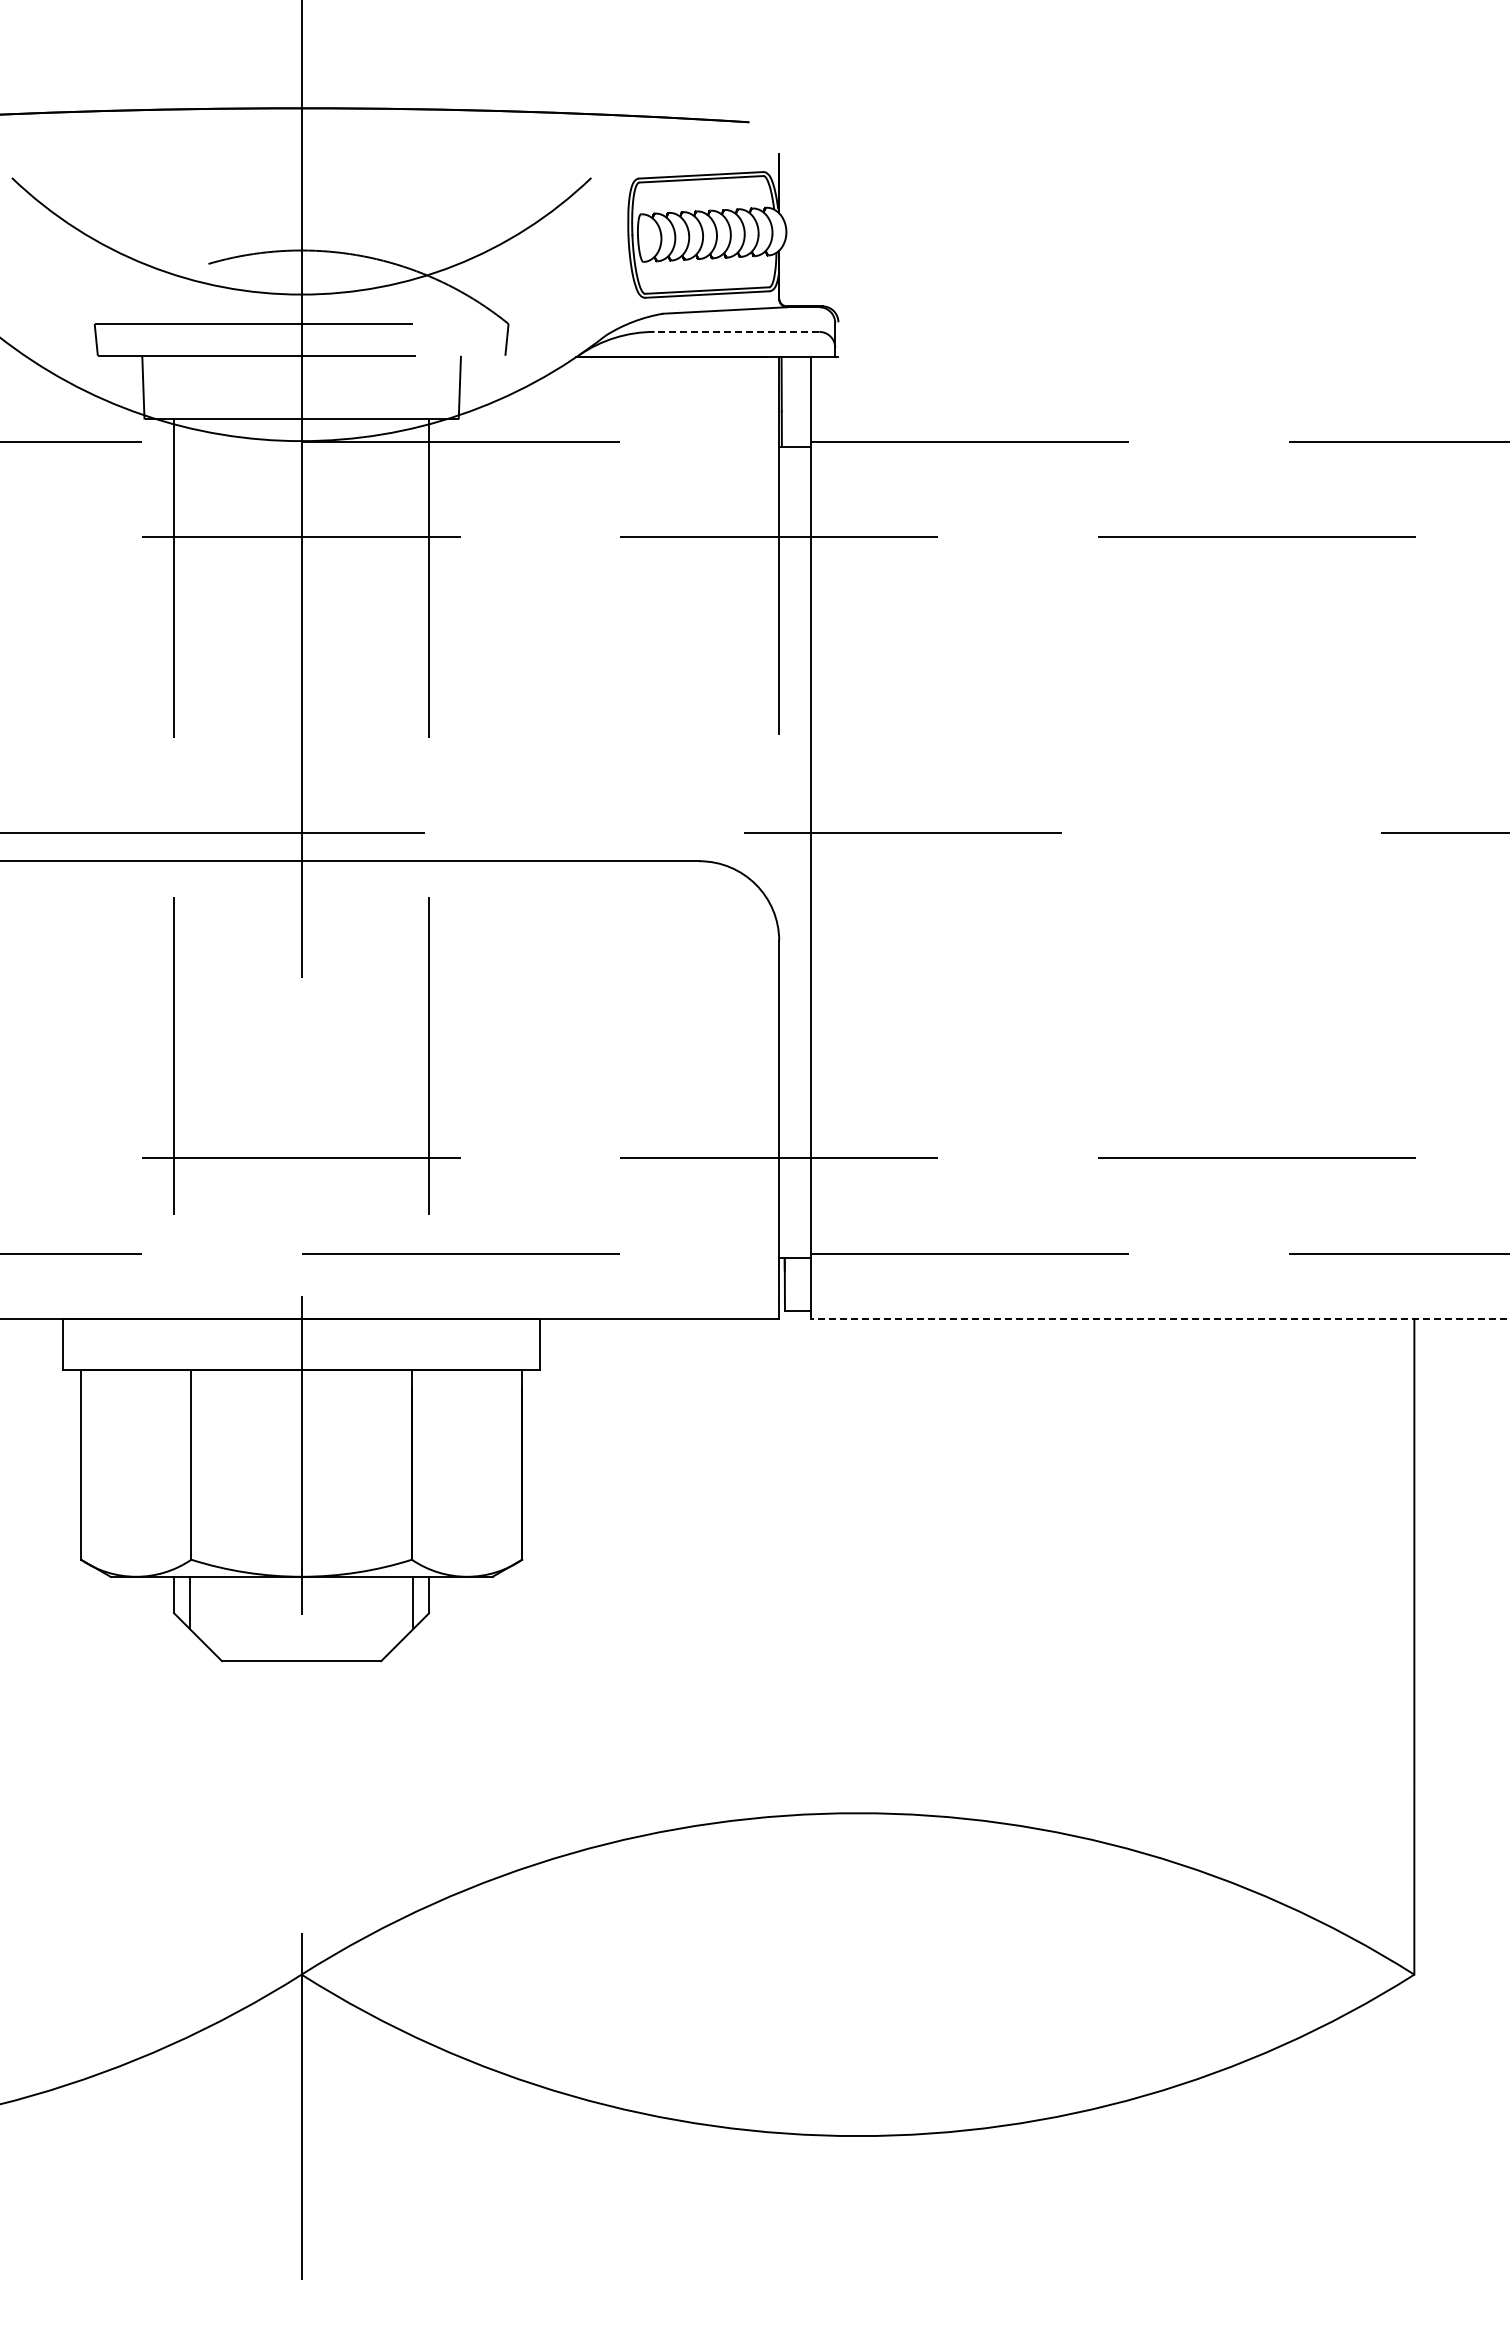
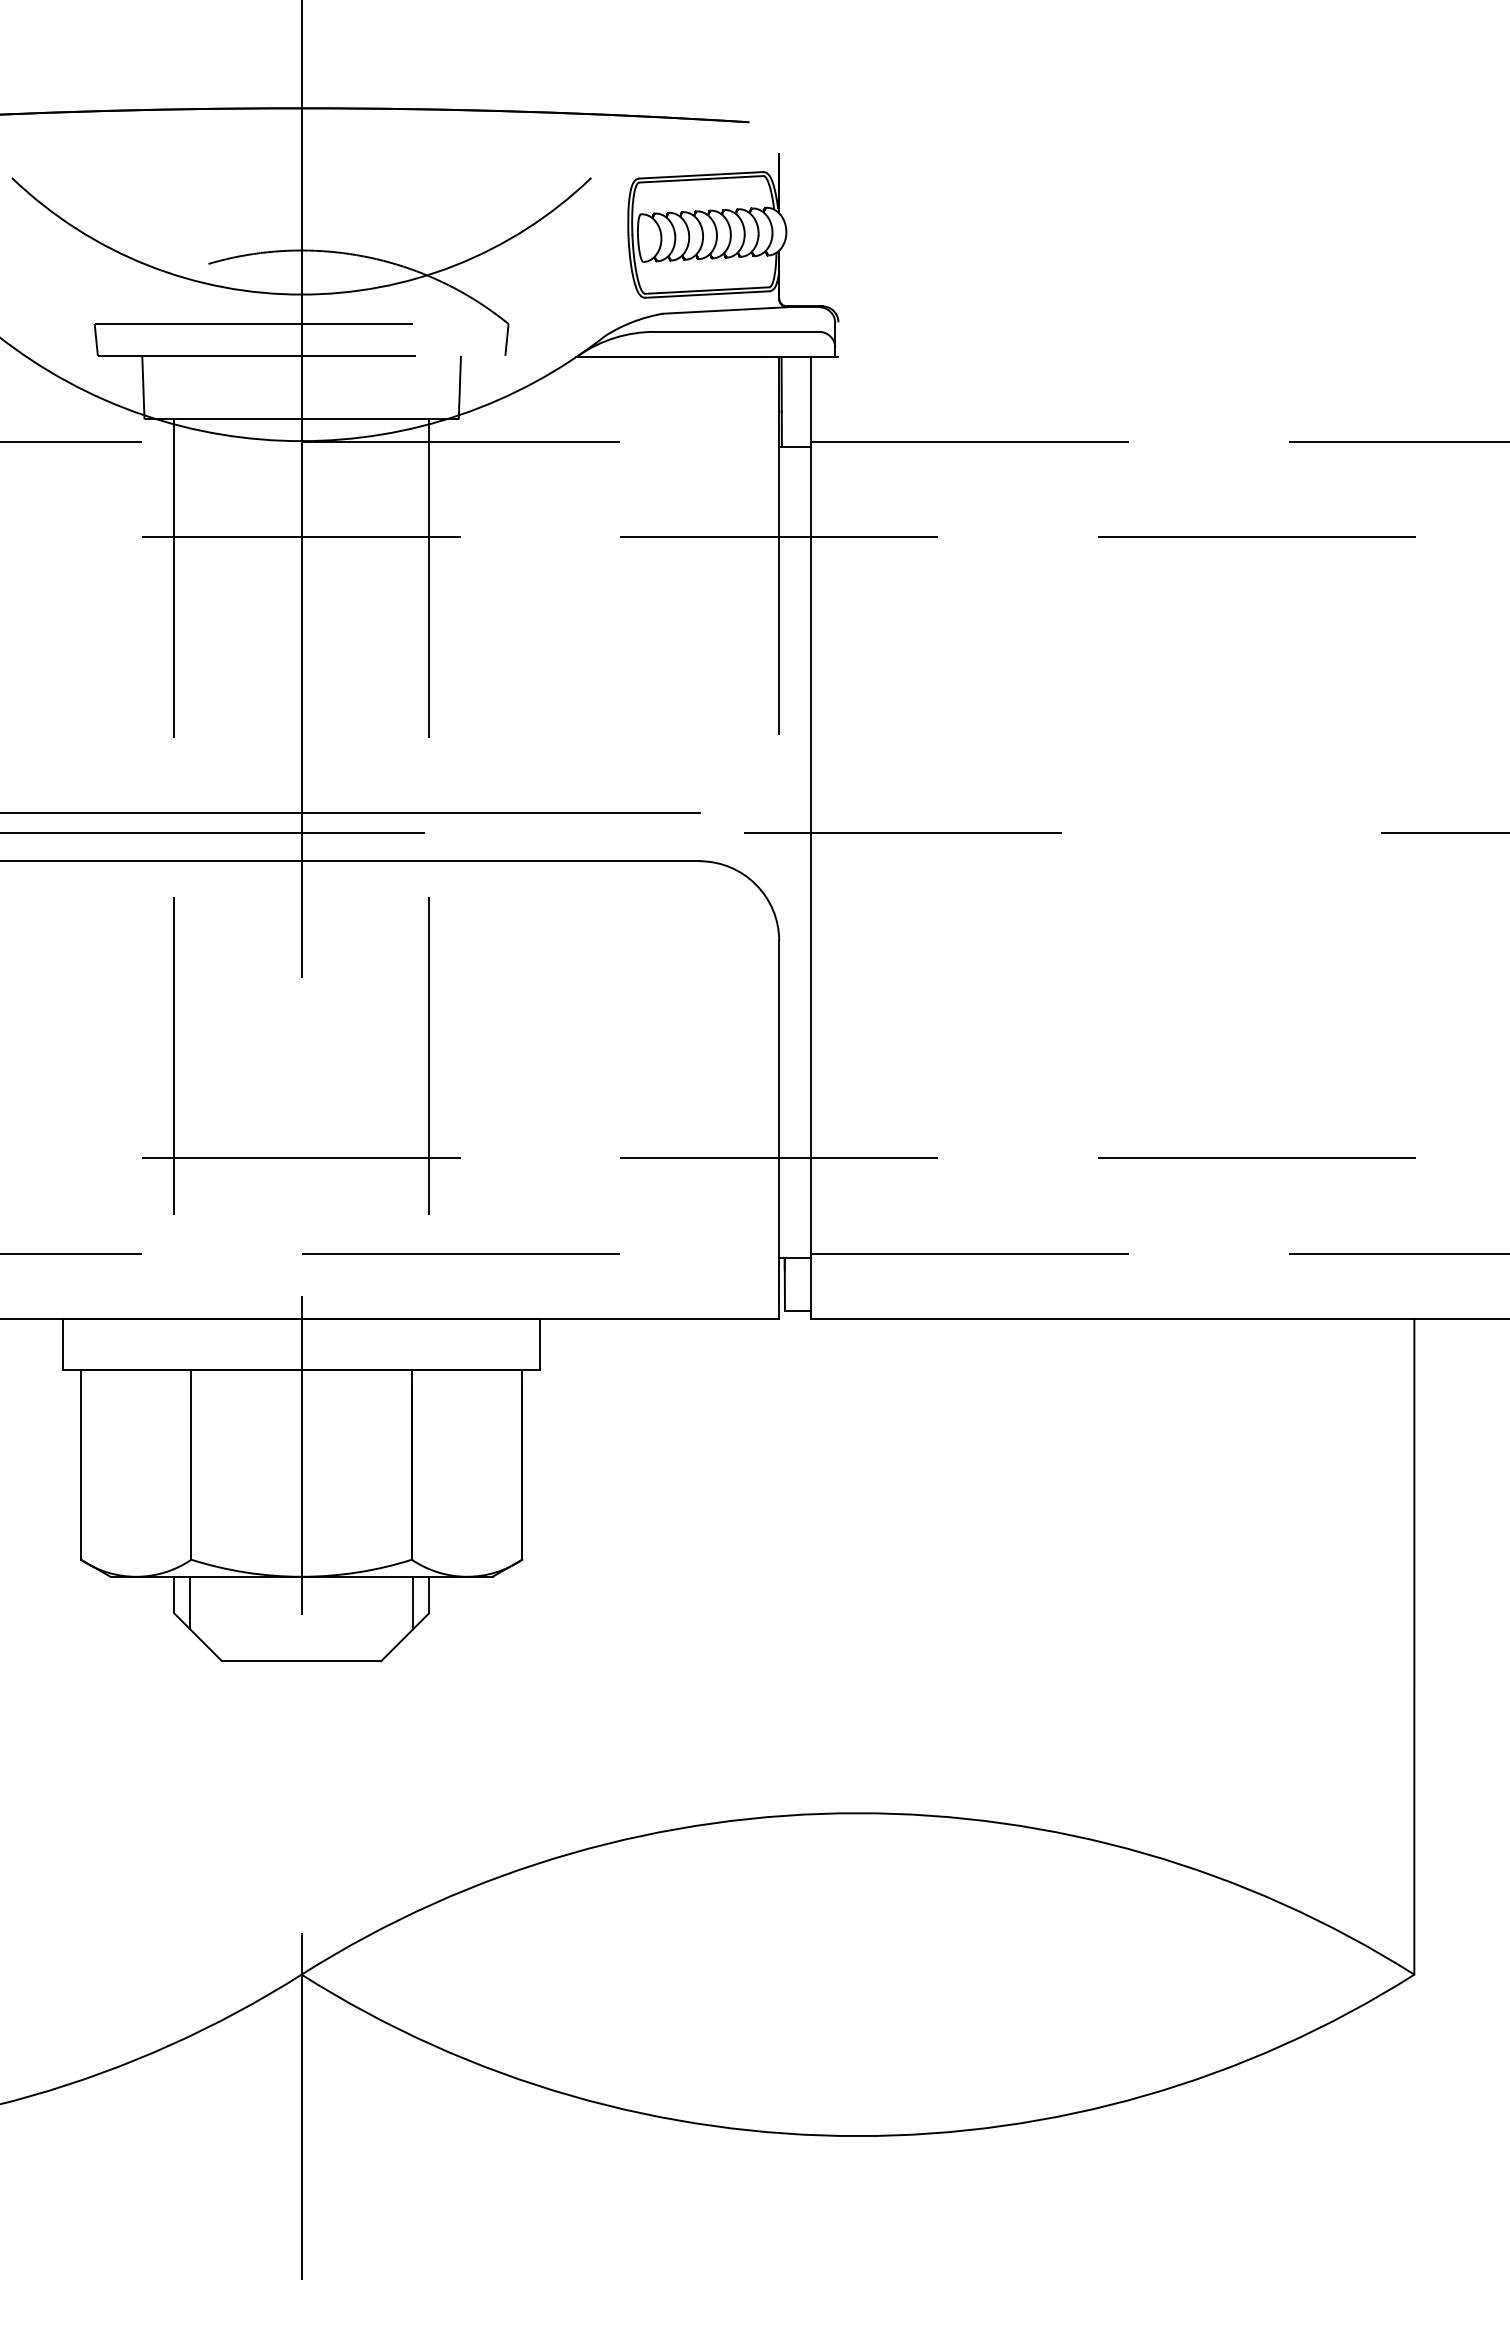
line at (736, 331): dashed -> solid
line at (350, 813): none -> present
line at (1160, 1318): dashed -> solid
